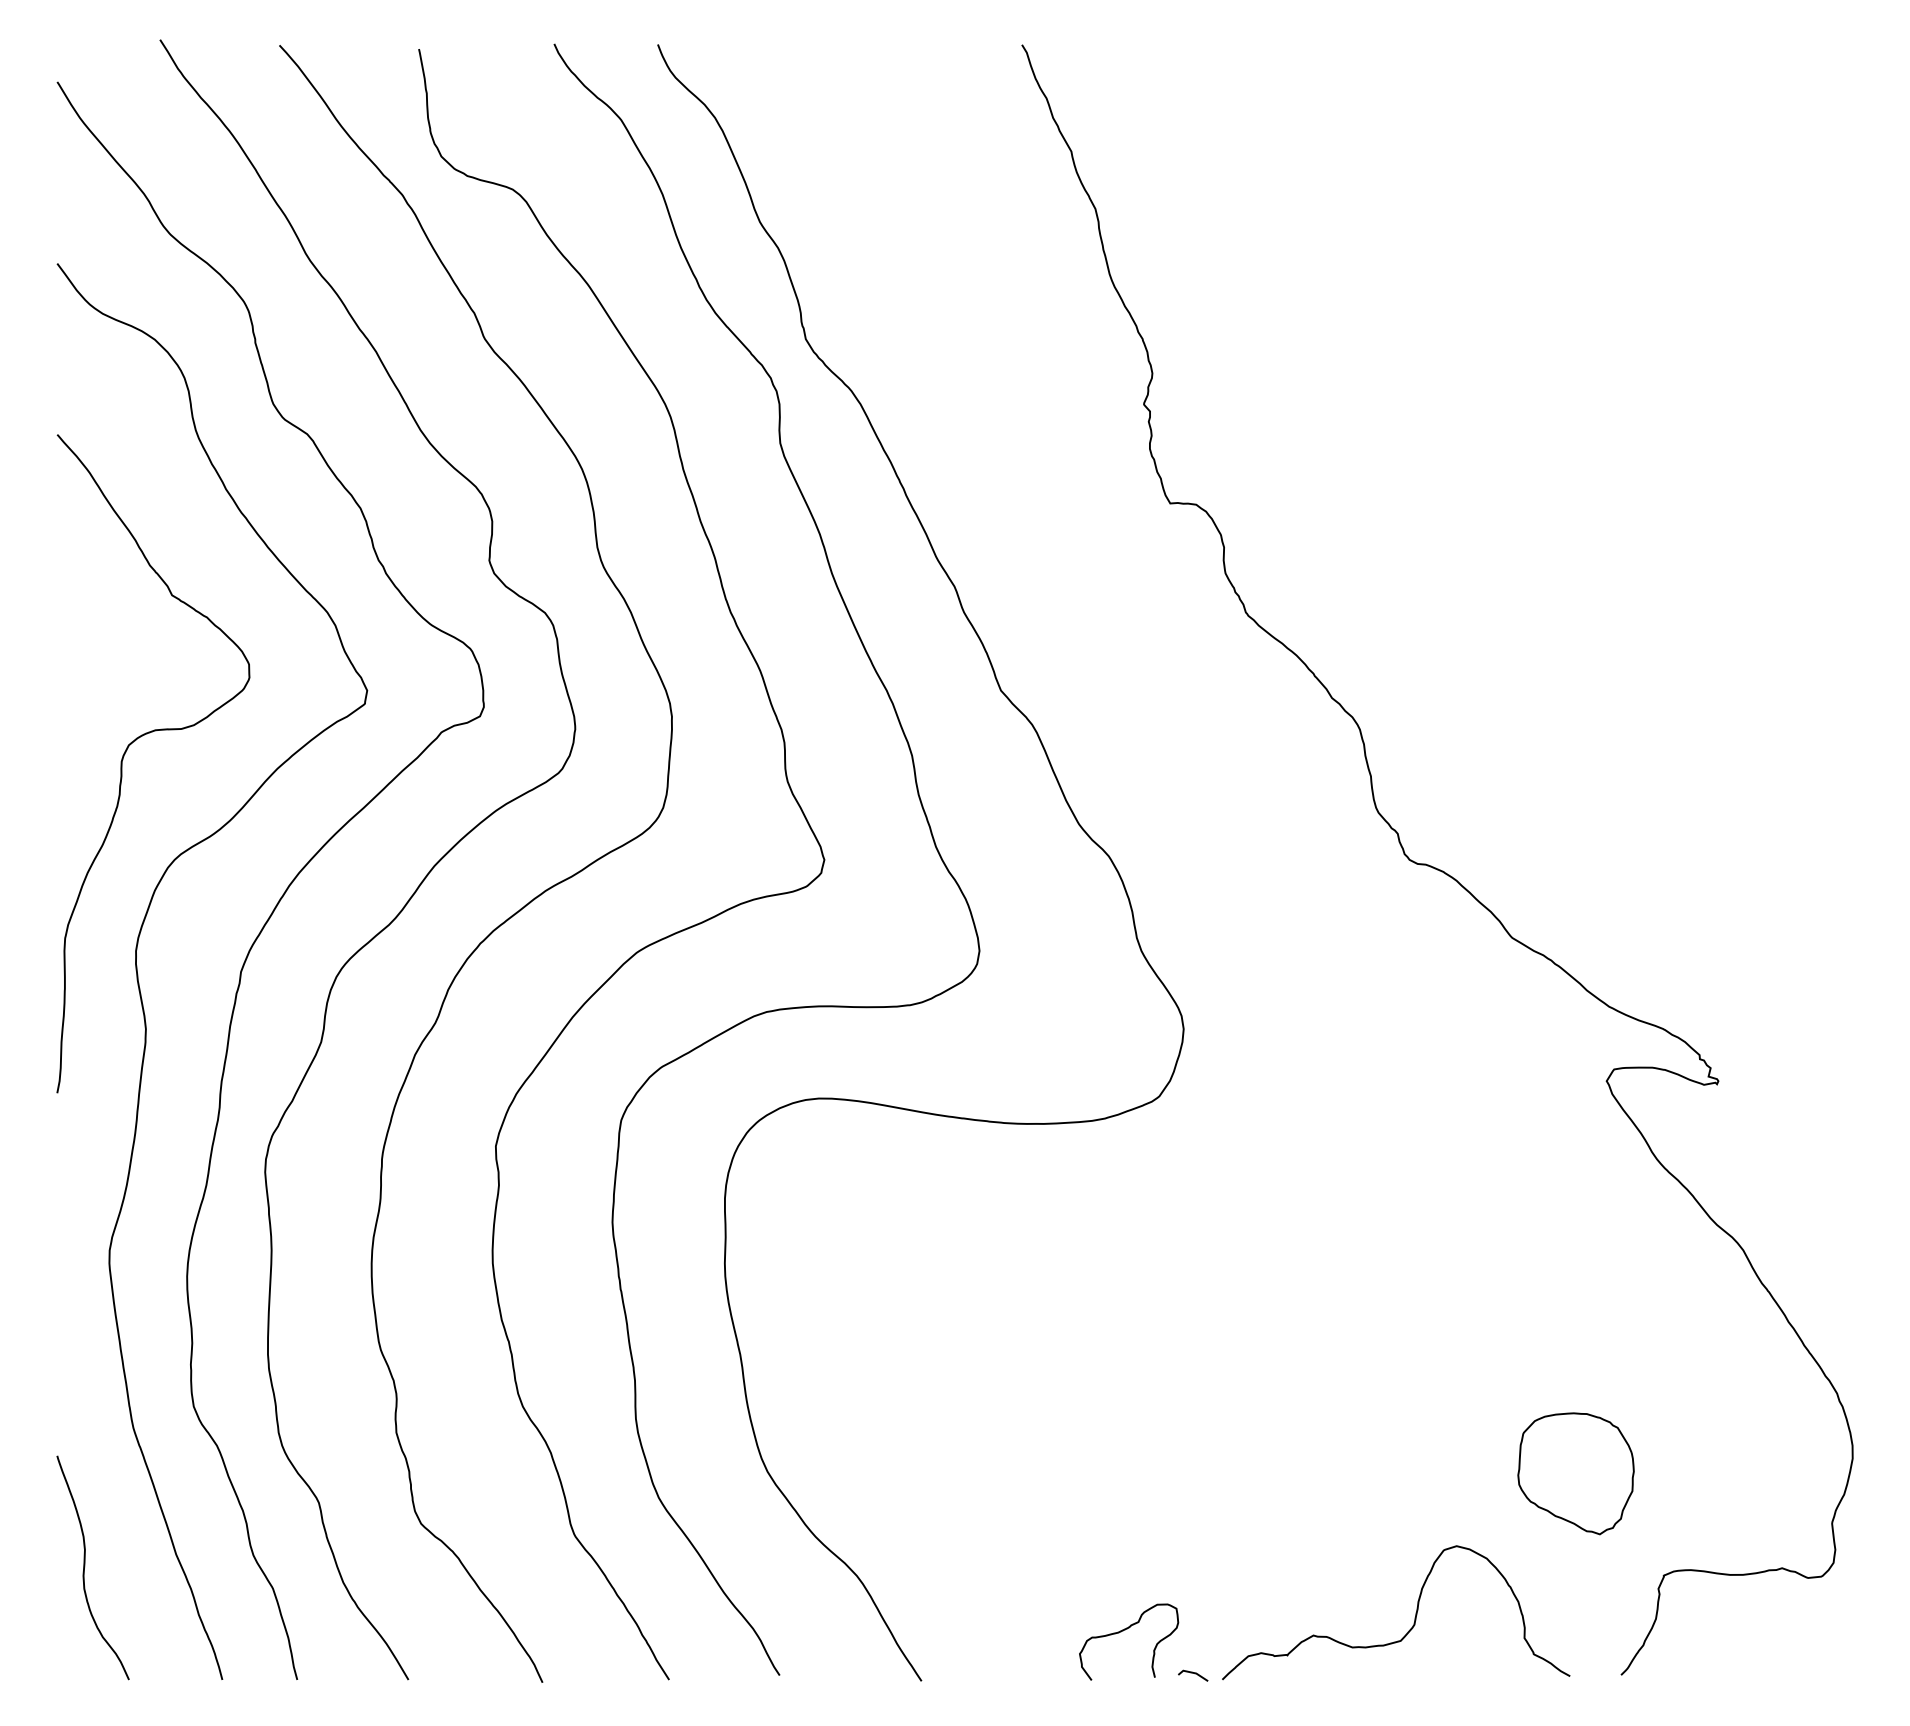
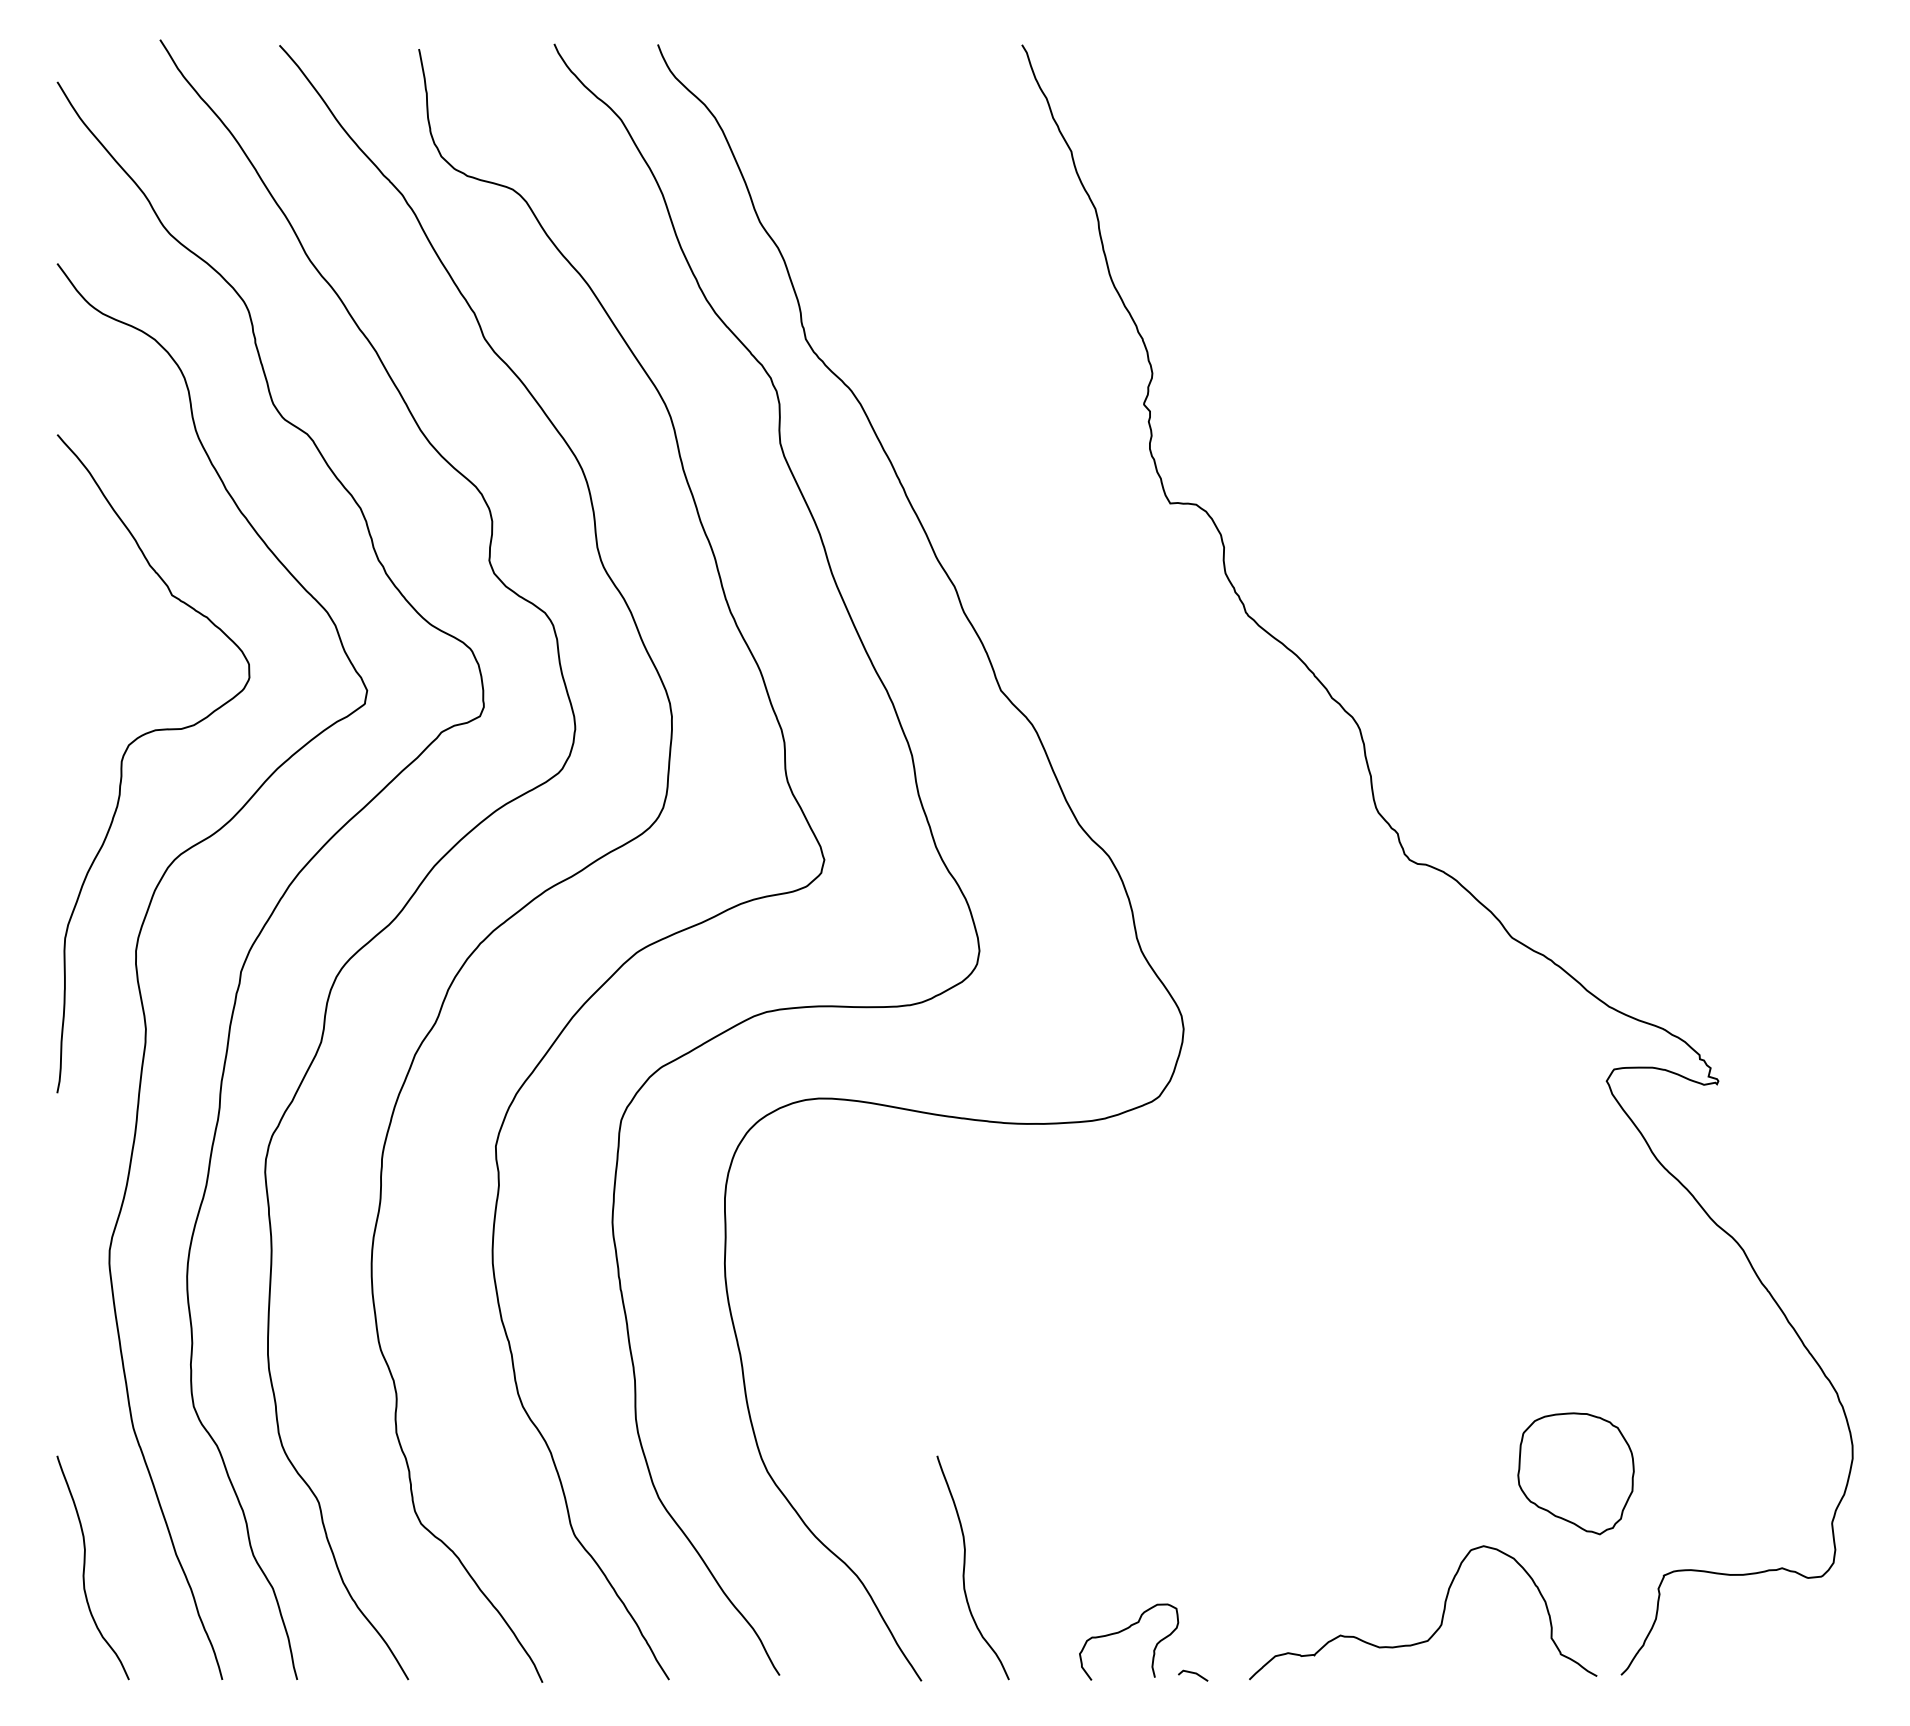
curve at (965, 1566): none -> present
curve at (1414, 1617) position: (1414, 1617) -> (1441, 1617)
